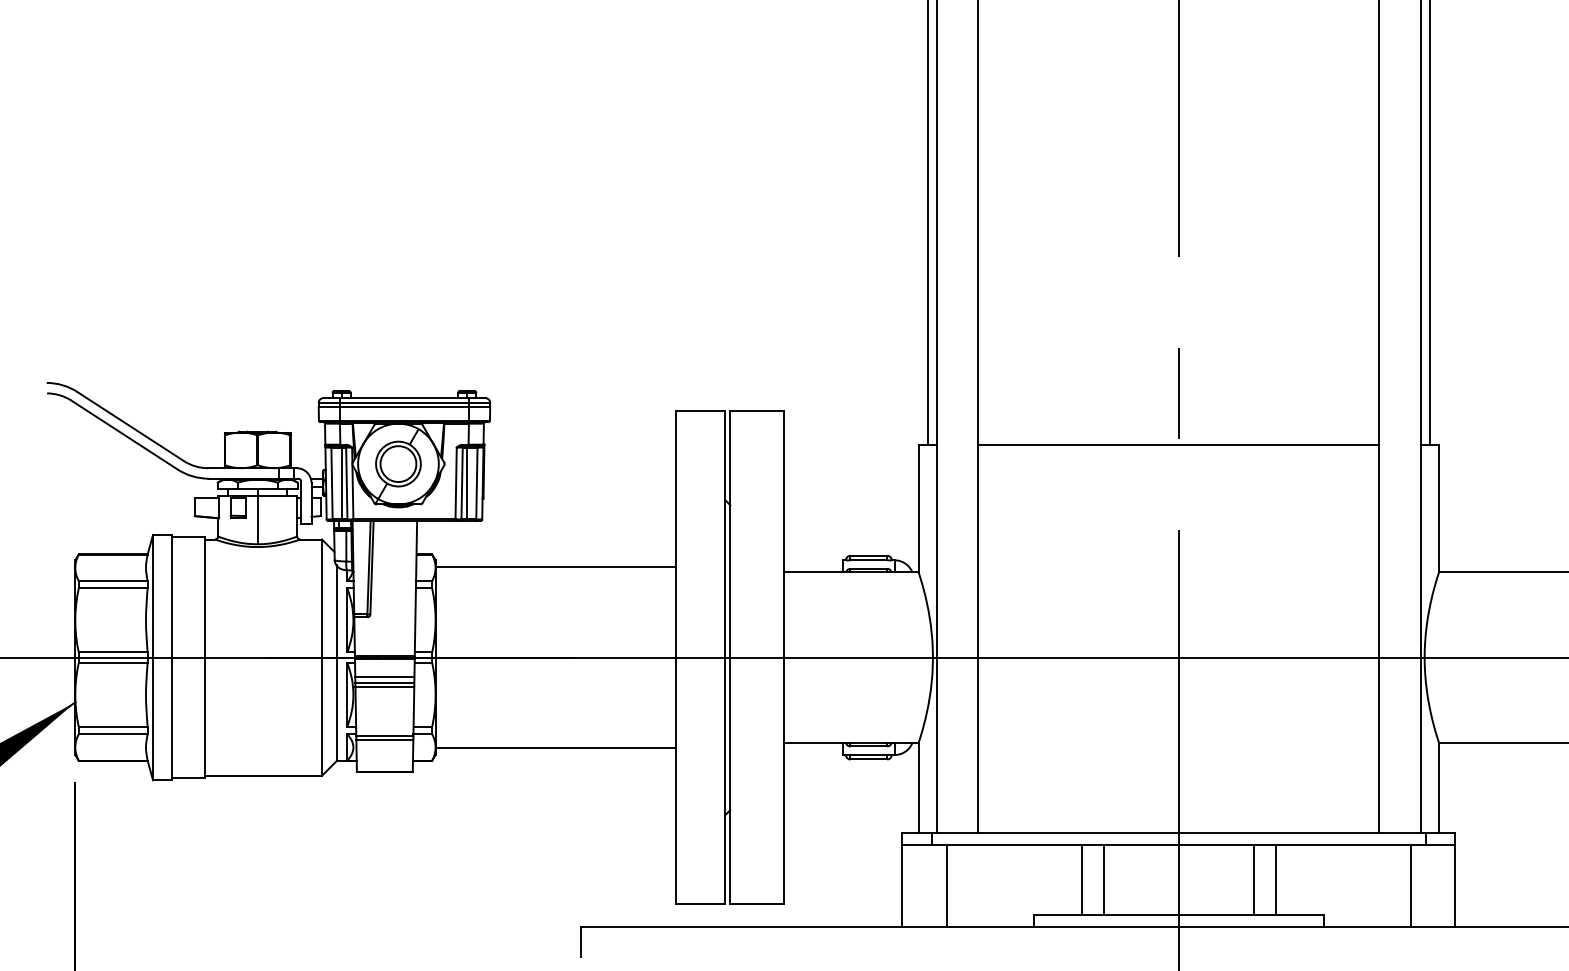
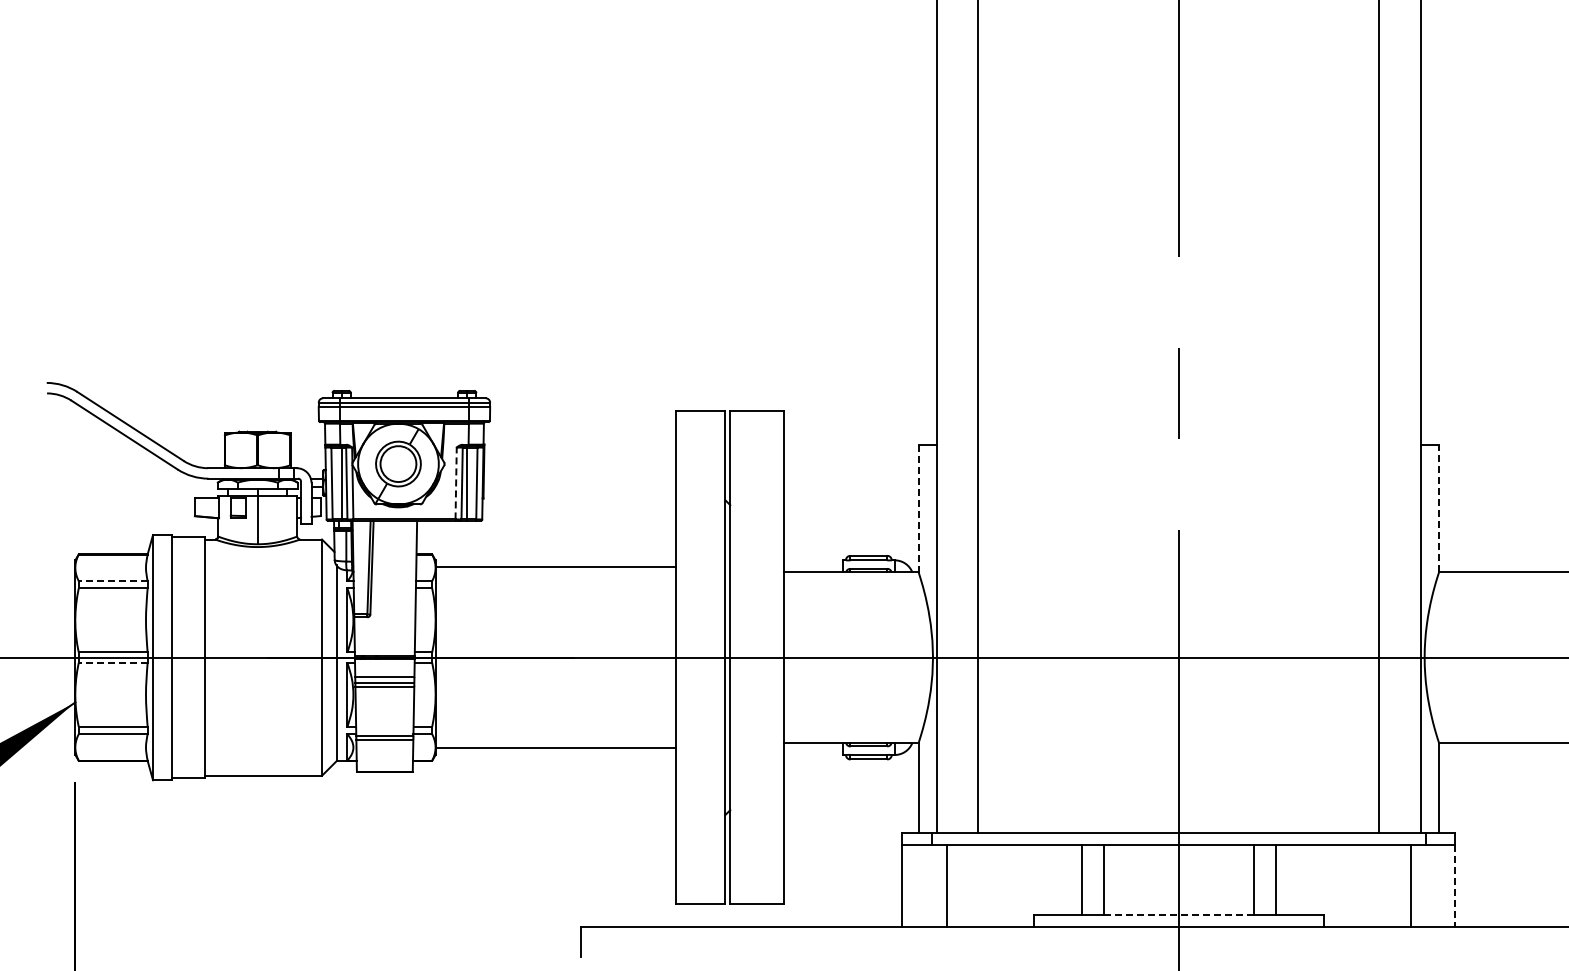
line at (927, 223): present -> none
line at (1430, 223): present -> none
line at (1178, 445): present -> none
line at (456, 483): solid -> dashed
line at (918, 508): solid -> dashed
line at (1439, 508): solid -> dashed
line at (112, 581): solid -> dashed
line at (112, 662): solid -> dashed
line at (1455, 886): solid -> dashed
line at (1178, 914): solid -> dashed
